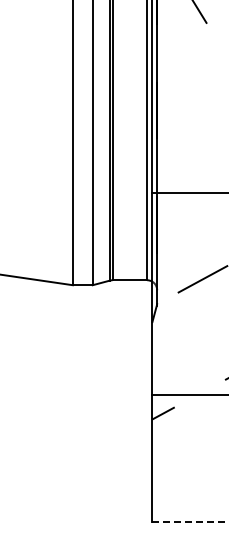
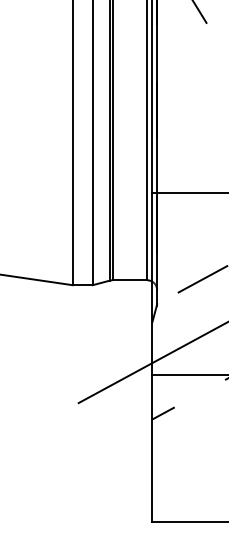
line at (151, 363): none -> present
line at (188, 394) position: (188, 394) -> (188, 374)
line at (190, 521): dashed -> solid
